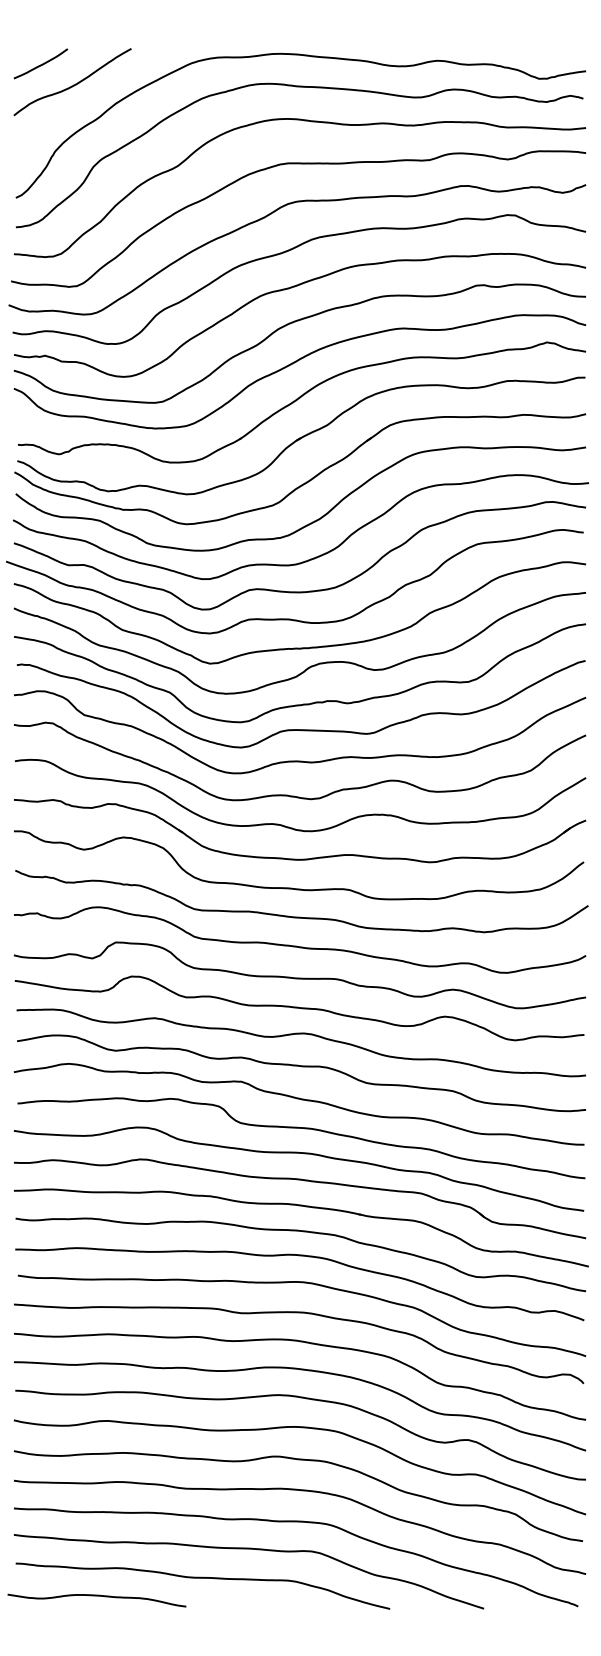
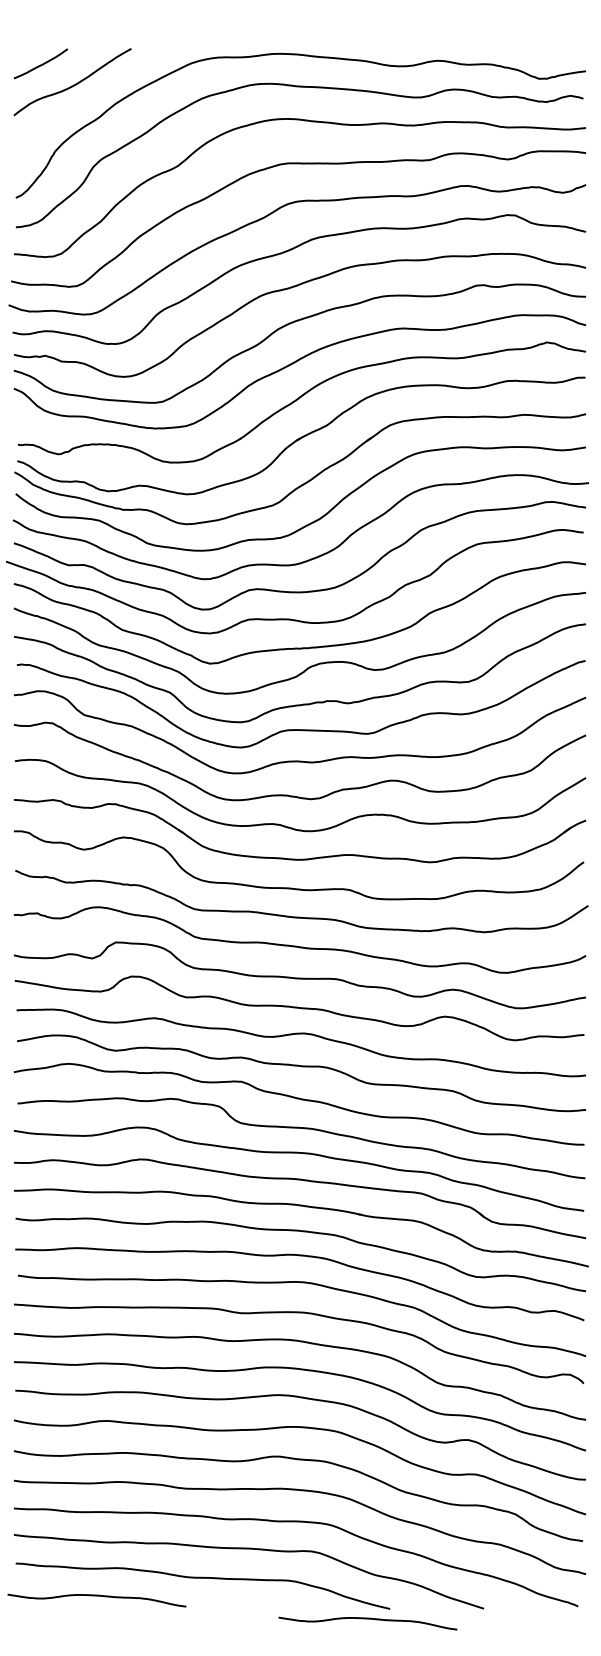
curve at (367, 1619): none -> present
